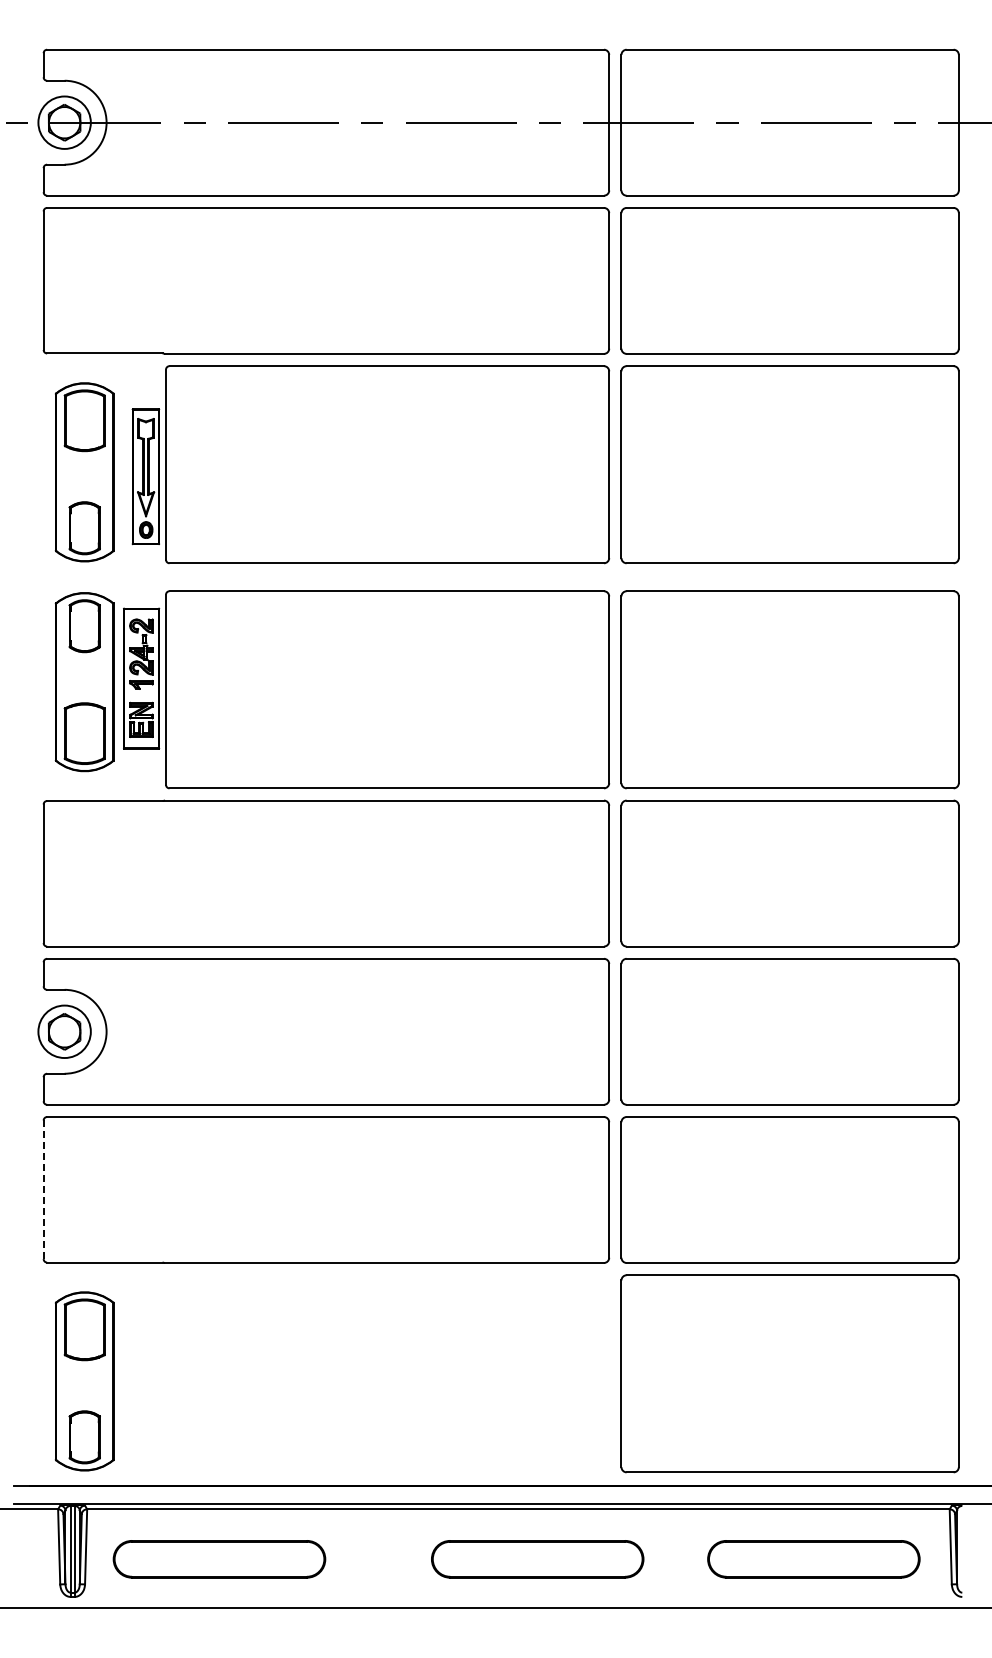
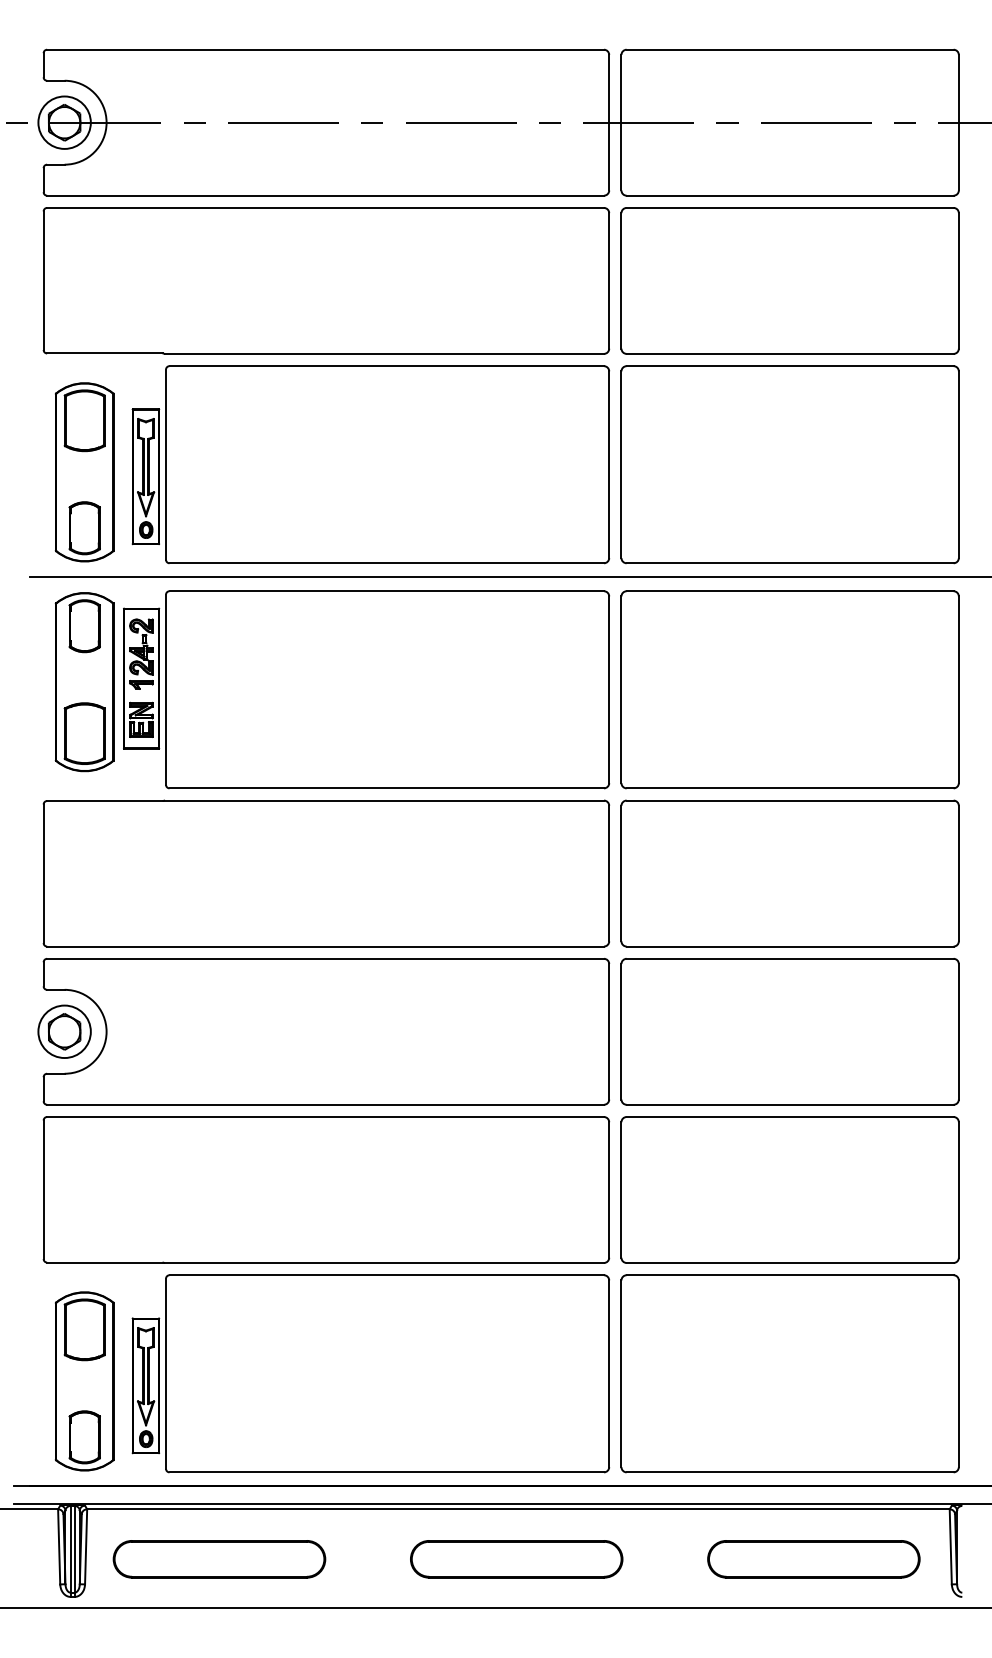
line at (508, 577): none -> present
line at (43, 1189): dashed -> solid
part at (370, 1373): none -> present
part at (537, 1559) position: (537, 1559) -> (516, 1559)
